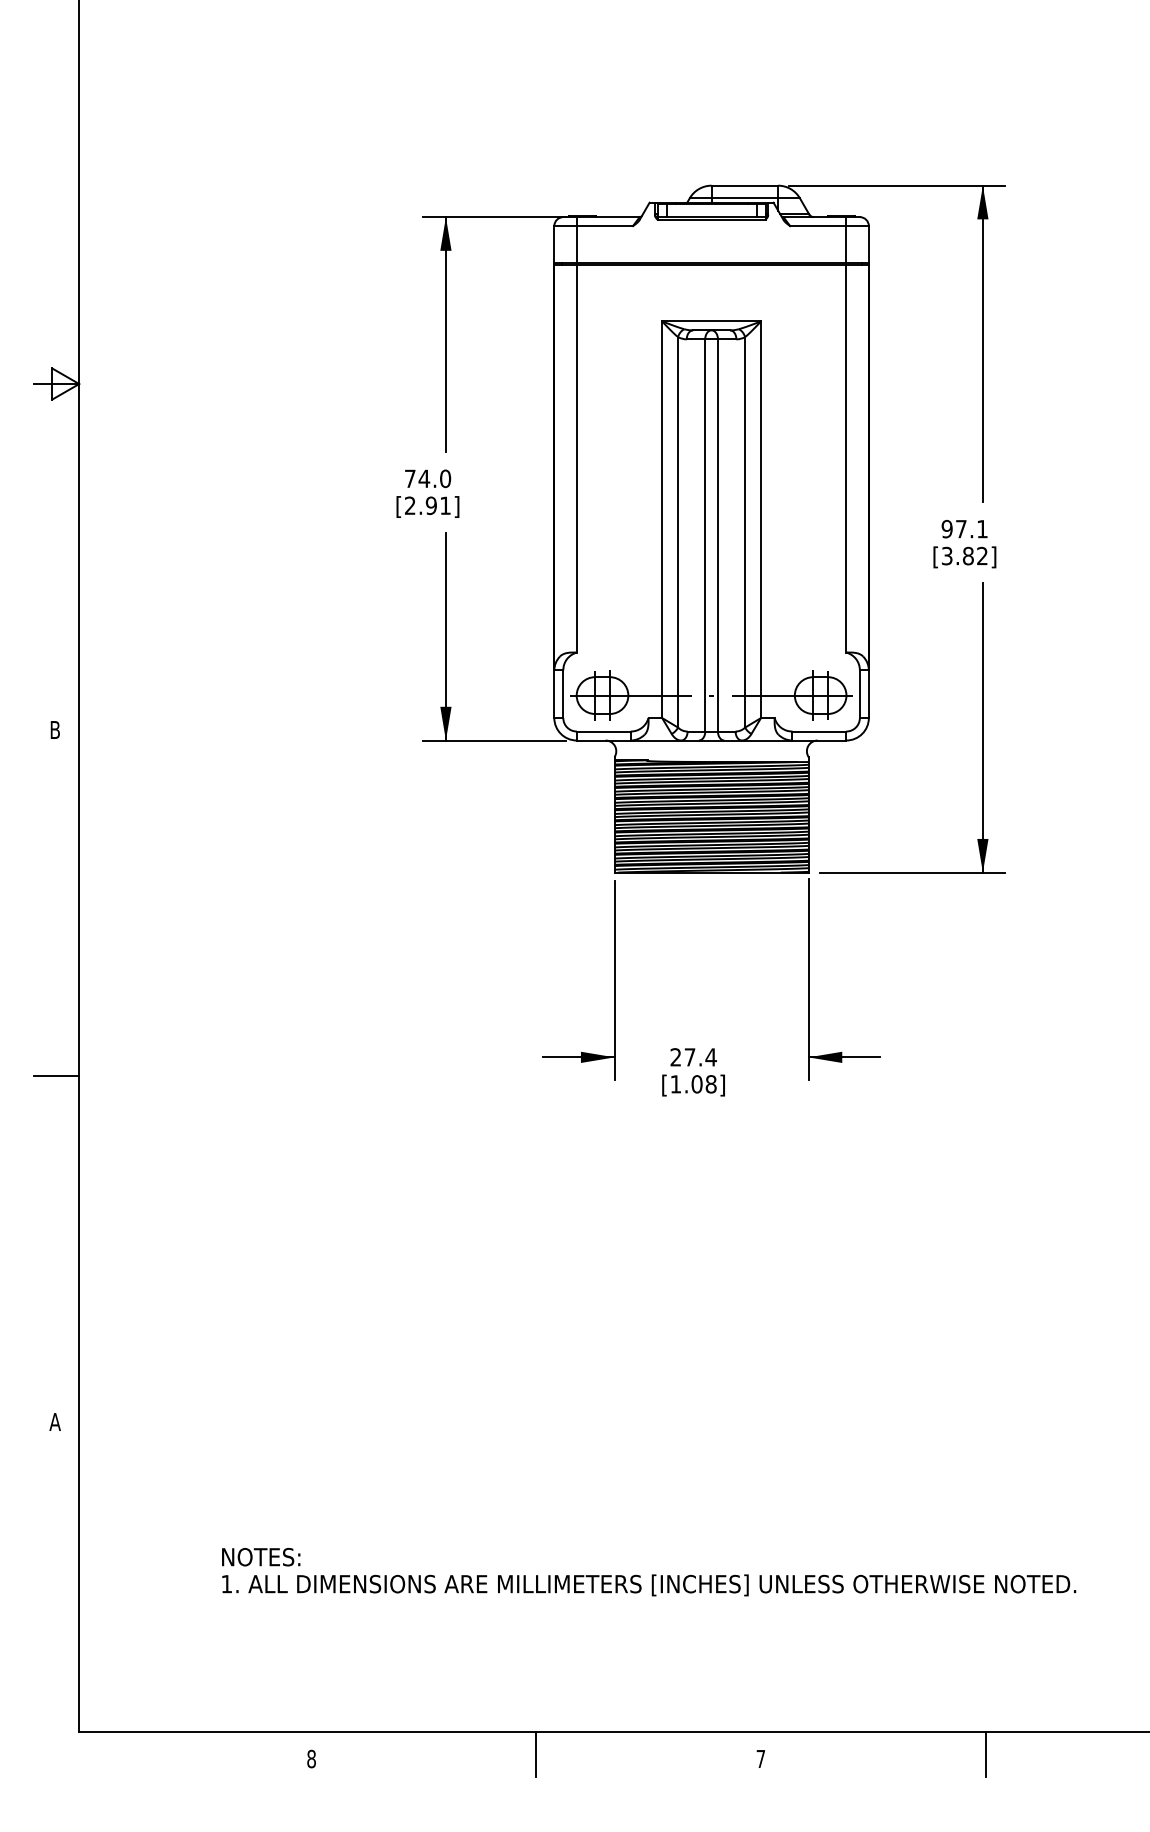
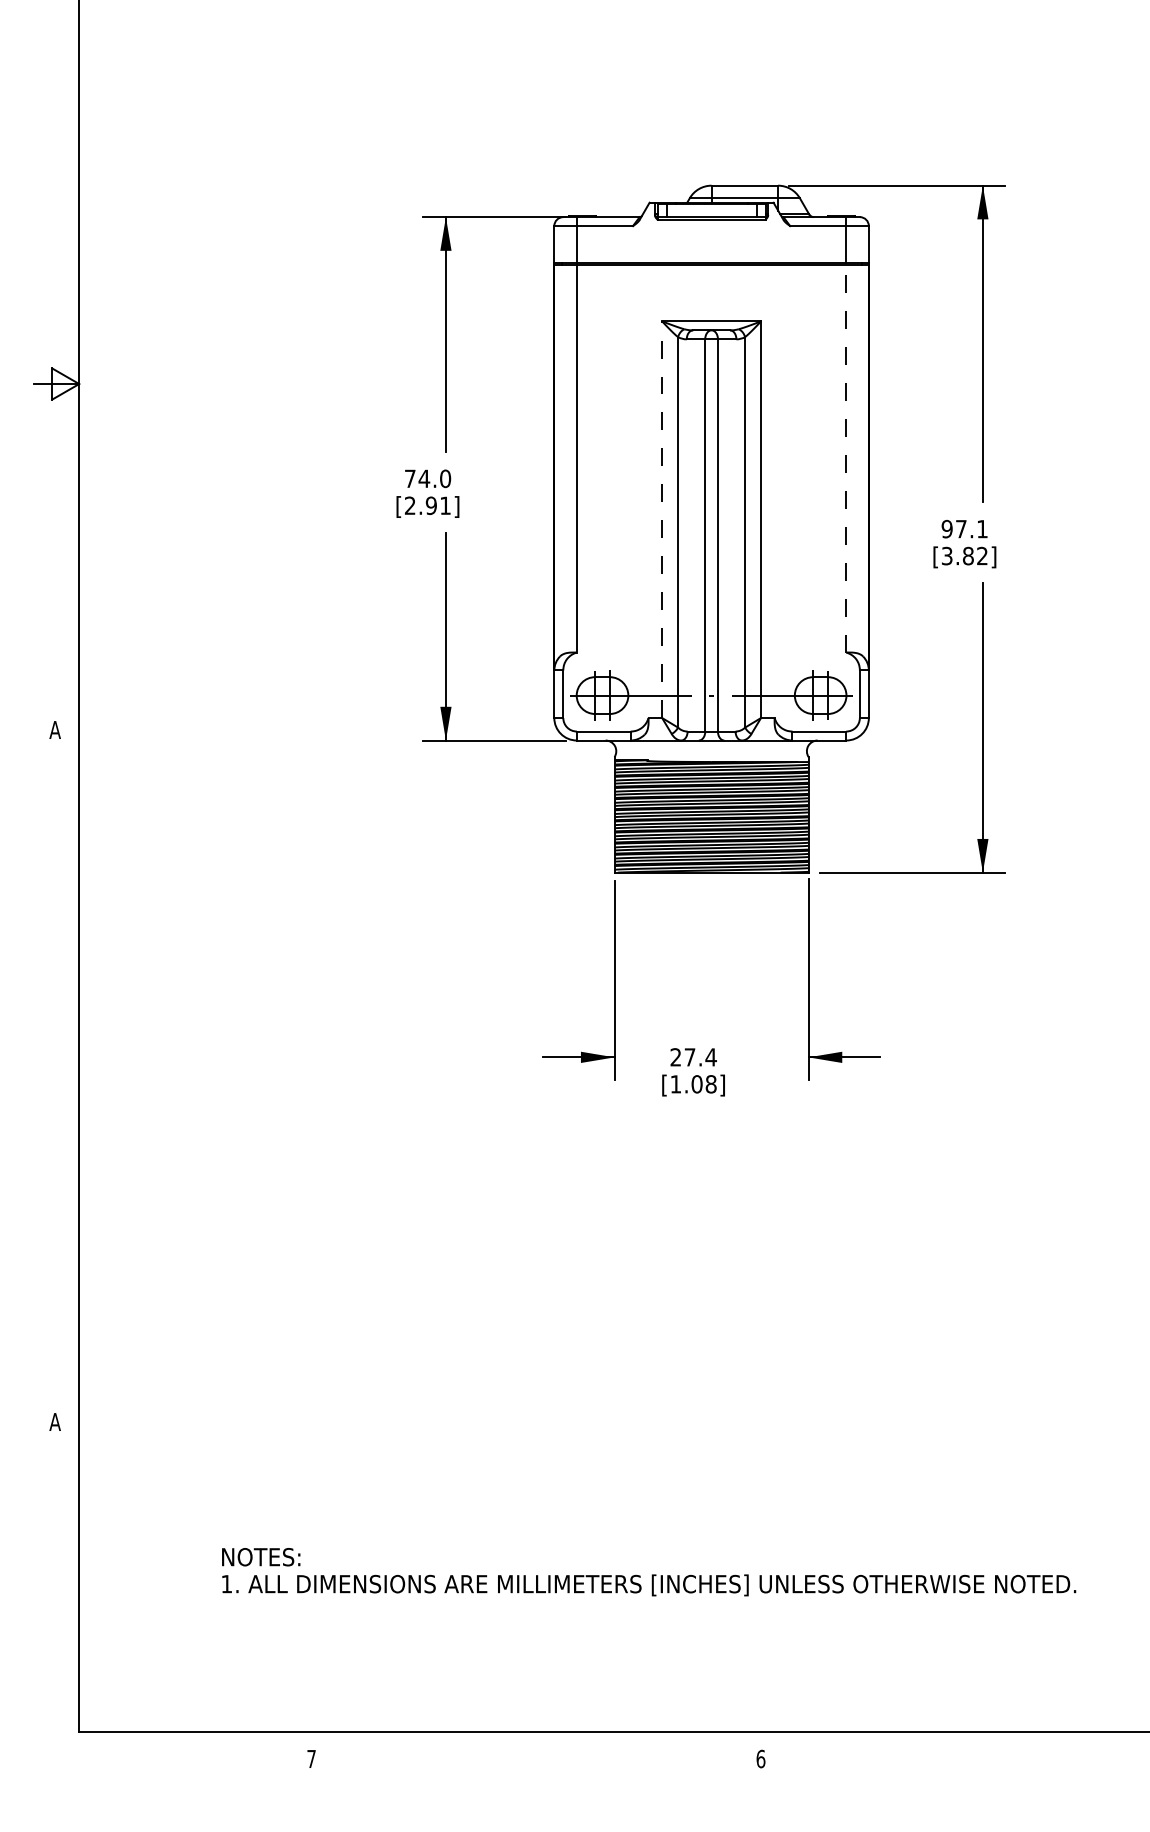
line at (846, 457): solid -> dashed
line at (662, 519): solid -> dashed
text at (54, 729): B -> A
line at (56, 1076): present -> none
line at (536, 1754): present -> none
line at (985, 1754): present -> none
text at (311, 1758): 8 -> 7
text at (760, 1758): 7 -> 6
